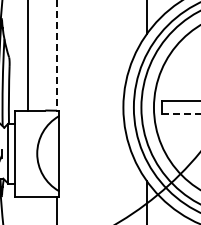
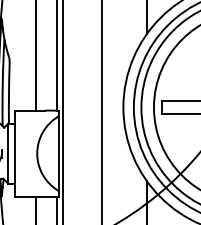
line at (57, 55): dashed -> solid
line at (27, 56) position: (27, 56) -> (35, 56)
line at (63, 111): none -> present
line at (102, 111): none -> present
line at (181, 113): dashed -> solid
line at (35, 208): none -> present
